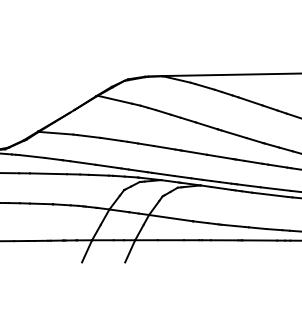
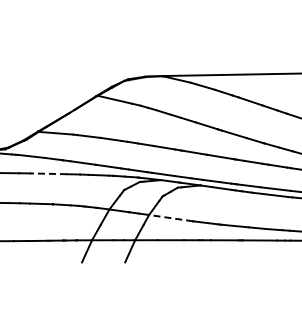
line at (48, 173): solid -> dashed
line at (170, 218): solid -> dashed
